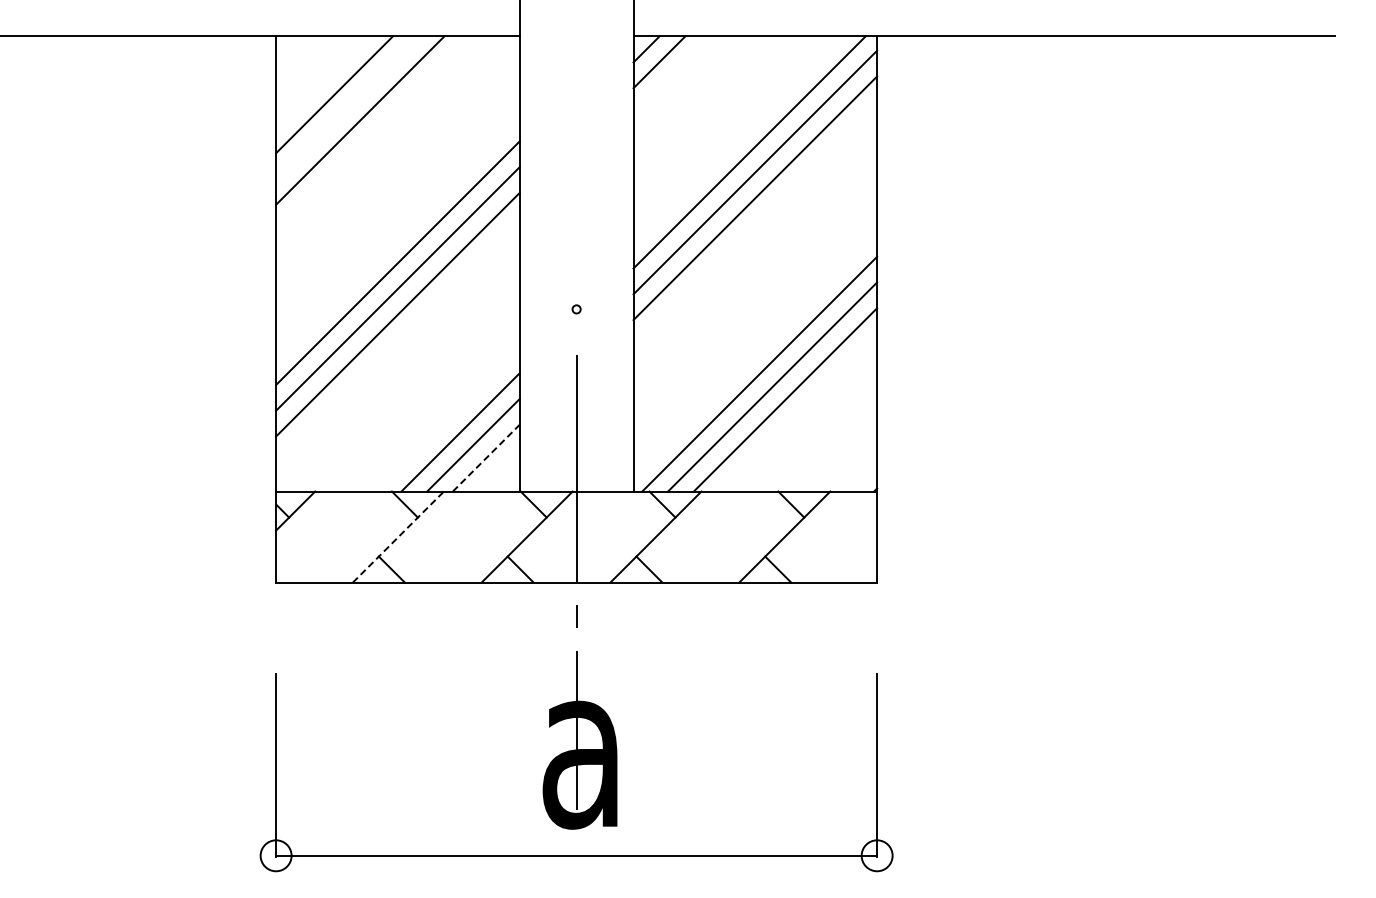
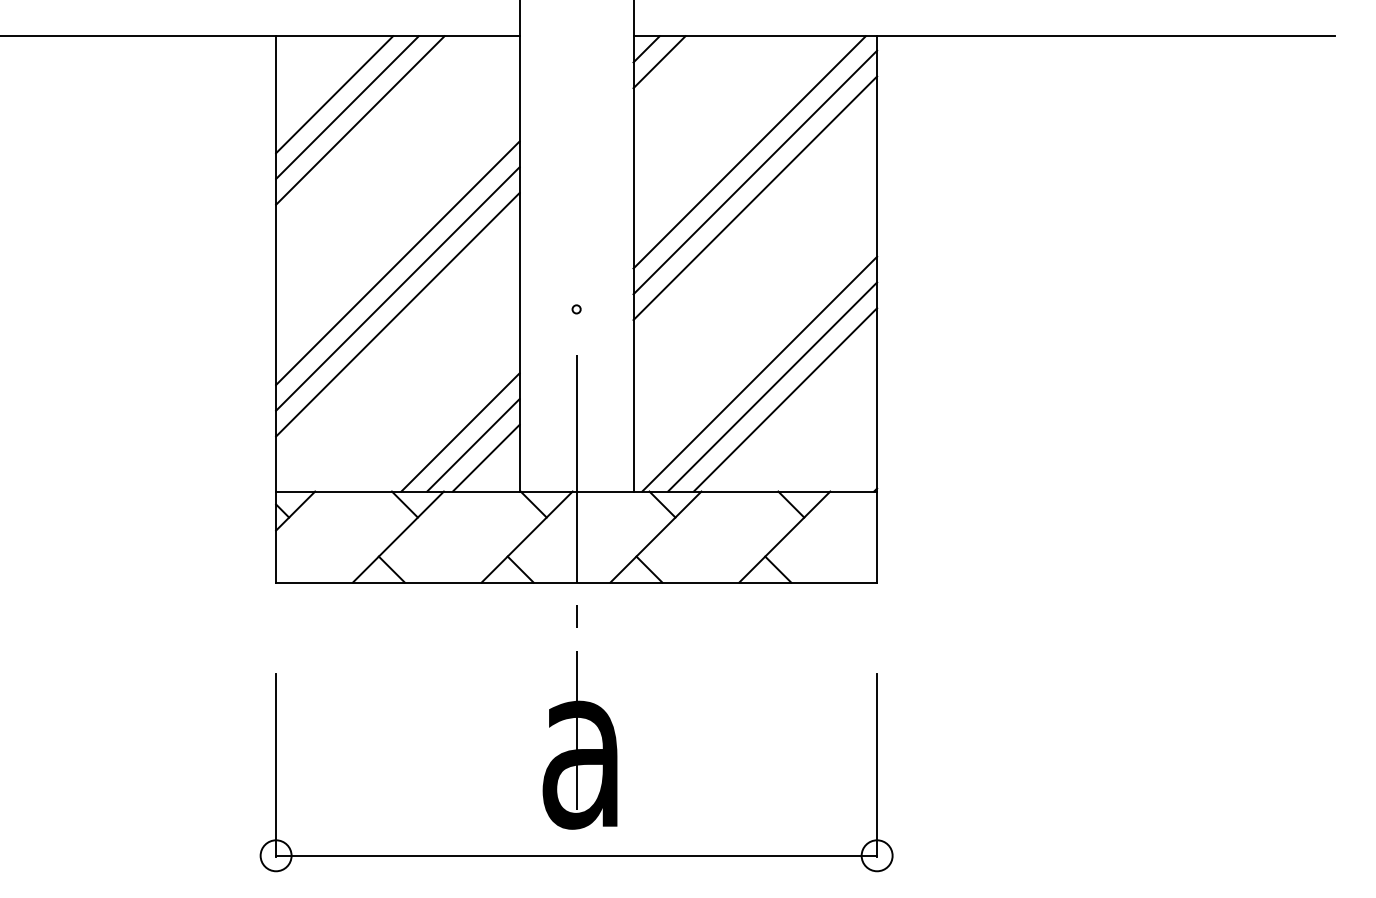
line at (347, 107): none -> present
line at (486, 457): dashed -> solid
line at (398, 536): dashed -> solid
